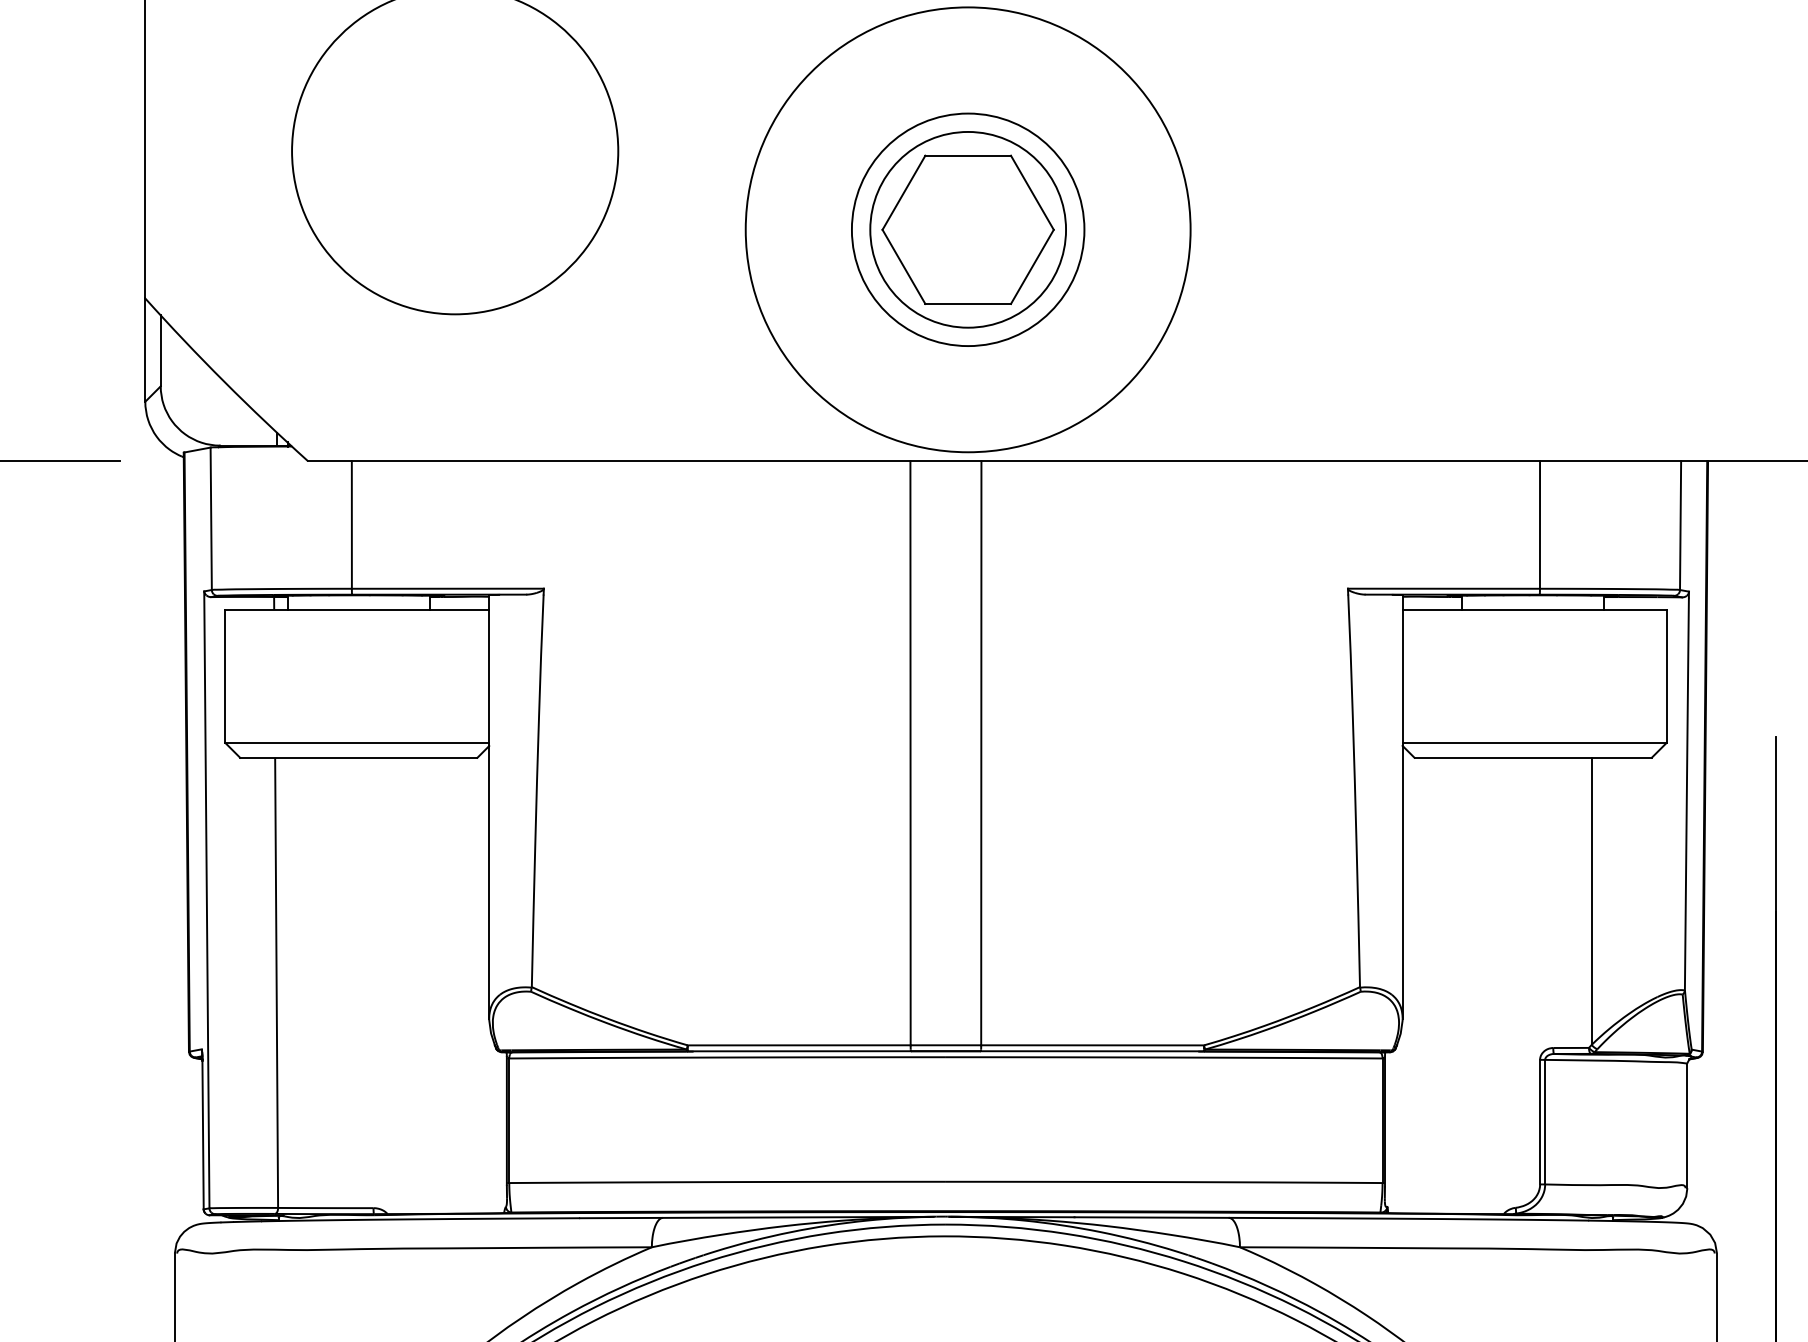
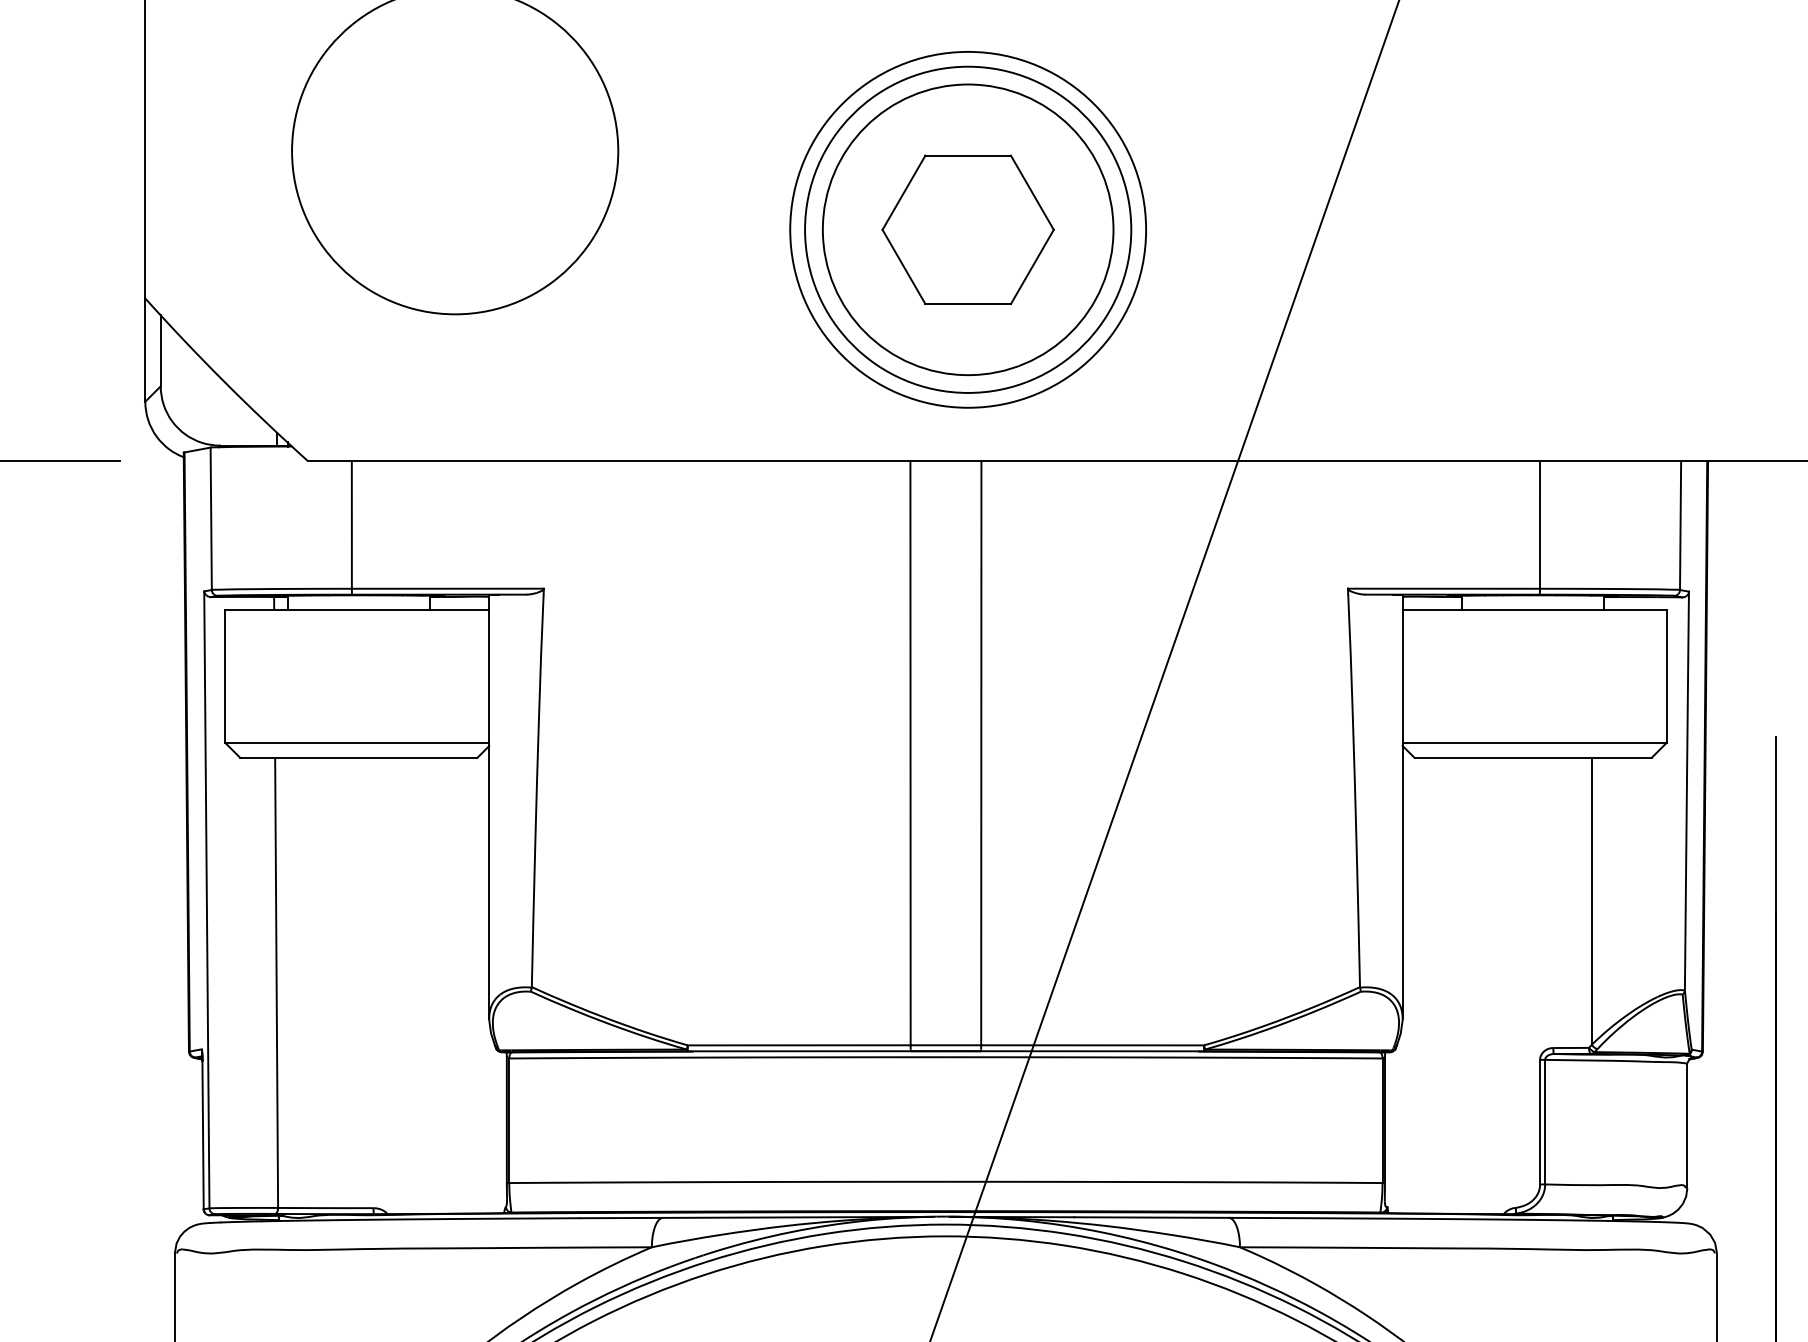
circle at (967, 229) diameter: 233 px -> 291 px
circle at (967, 229) diameter: 445 px -> 356 px
circle at (968, 229) diameter: 196 px -> 326 px
line at (1164, 670): none -> present
